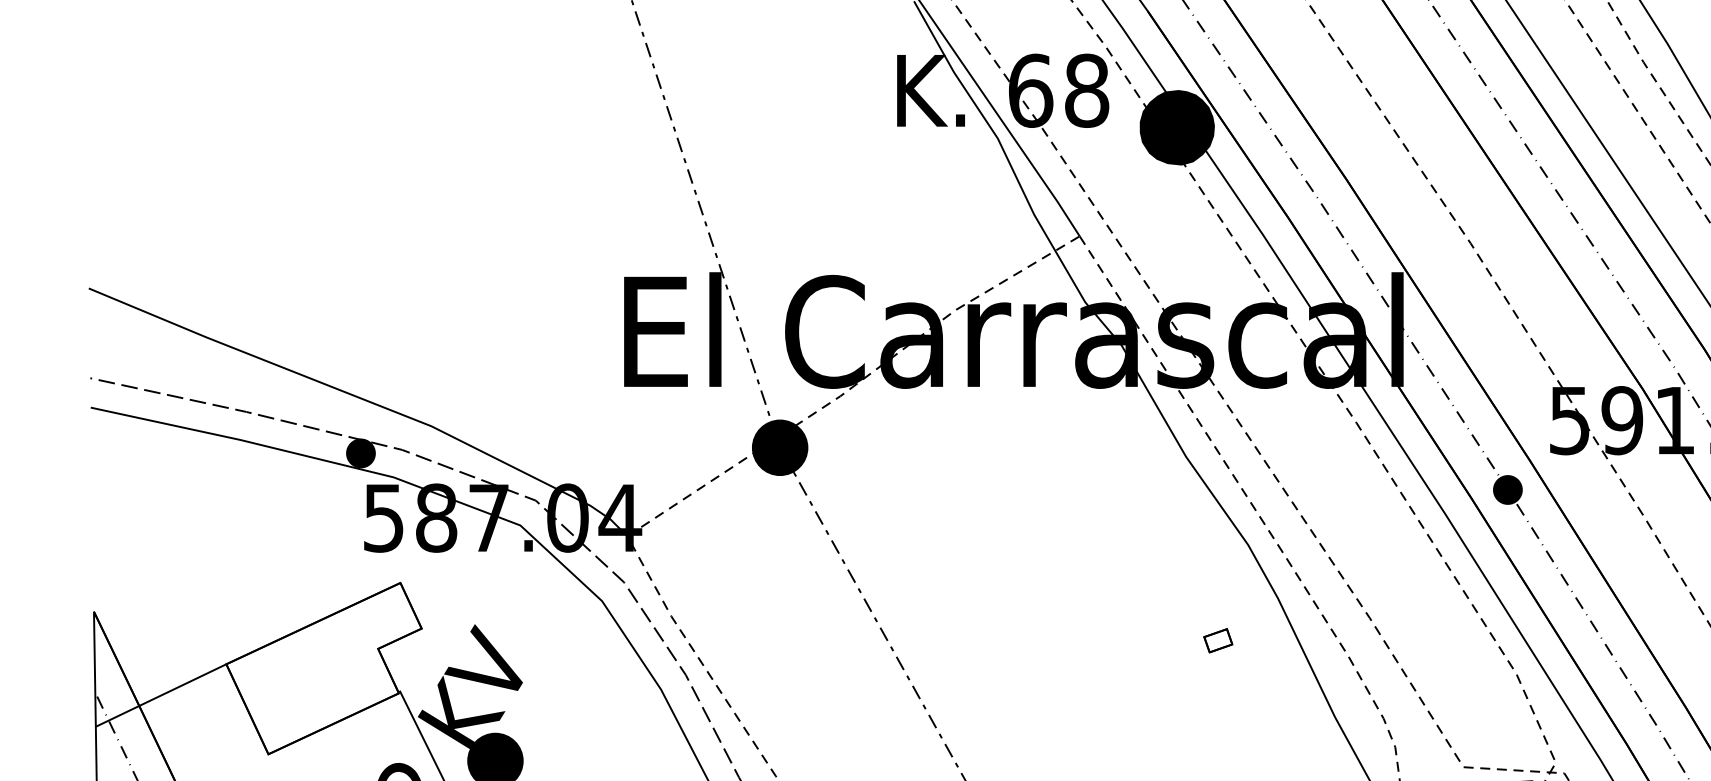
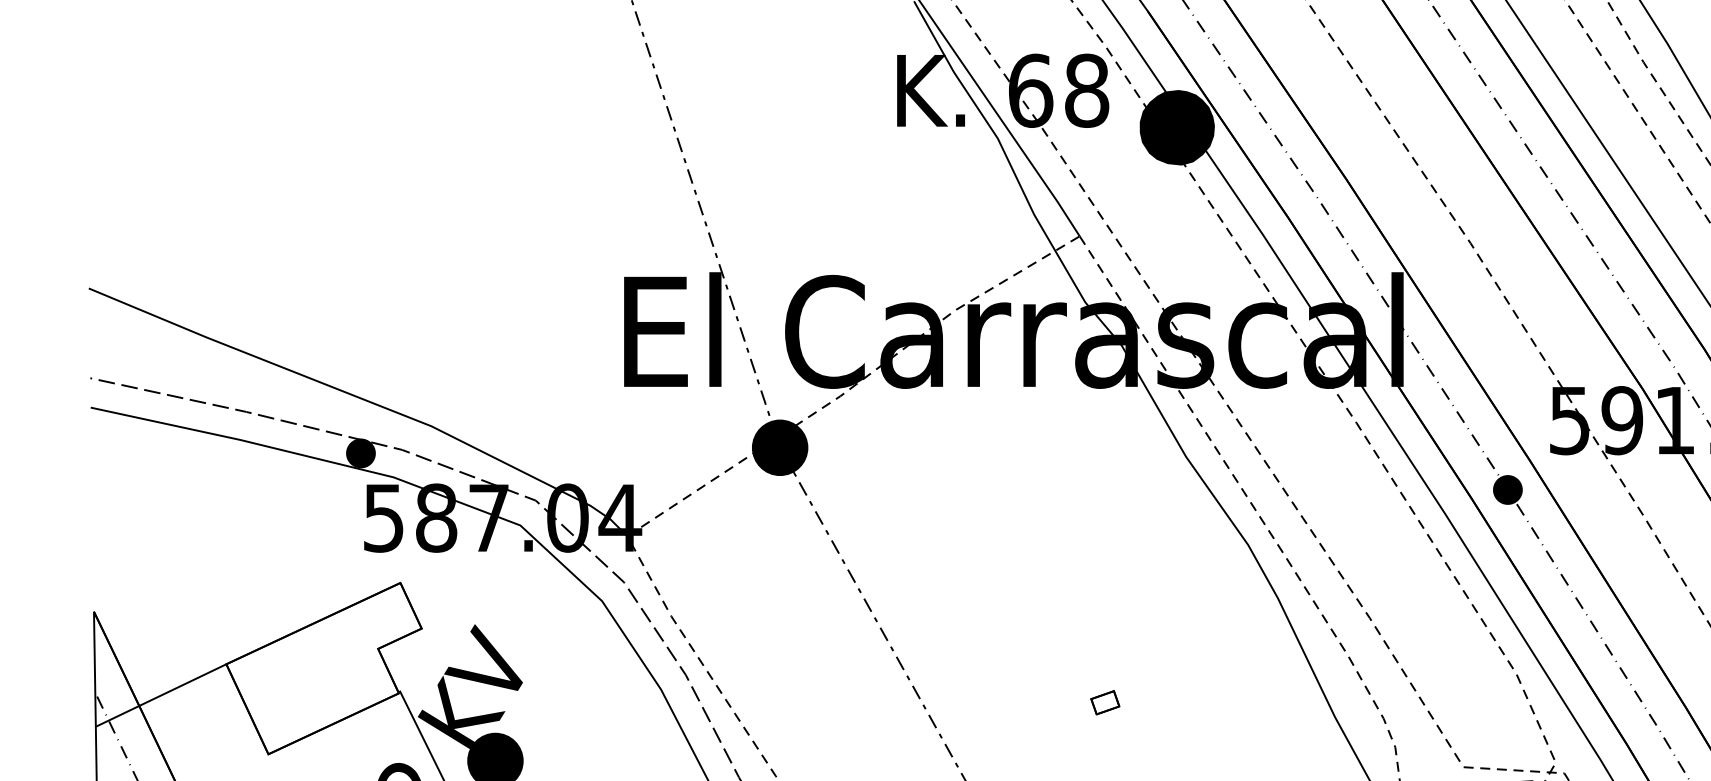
part at (1218, 640) position: (1218, 640) -> (1105, 702)
